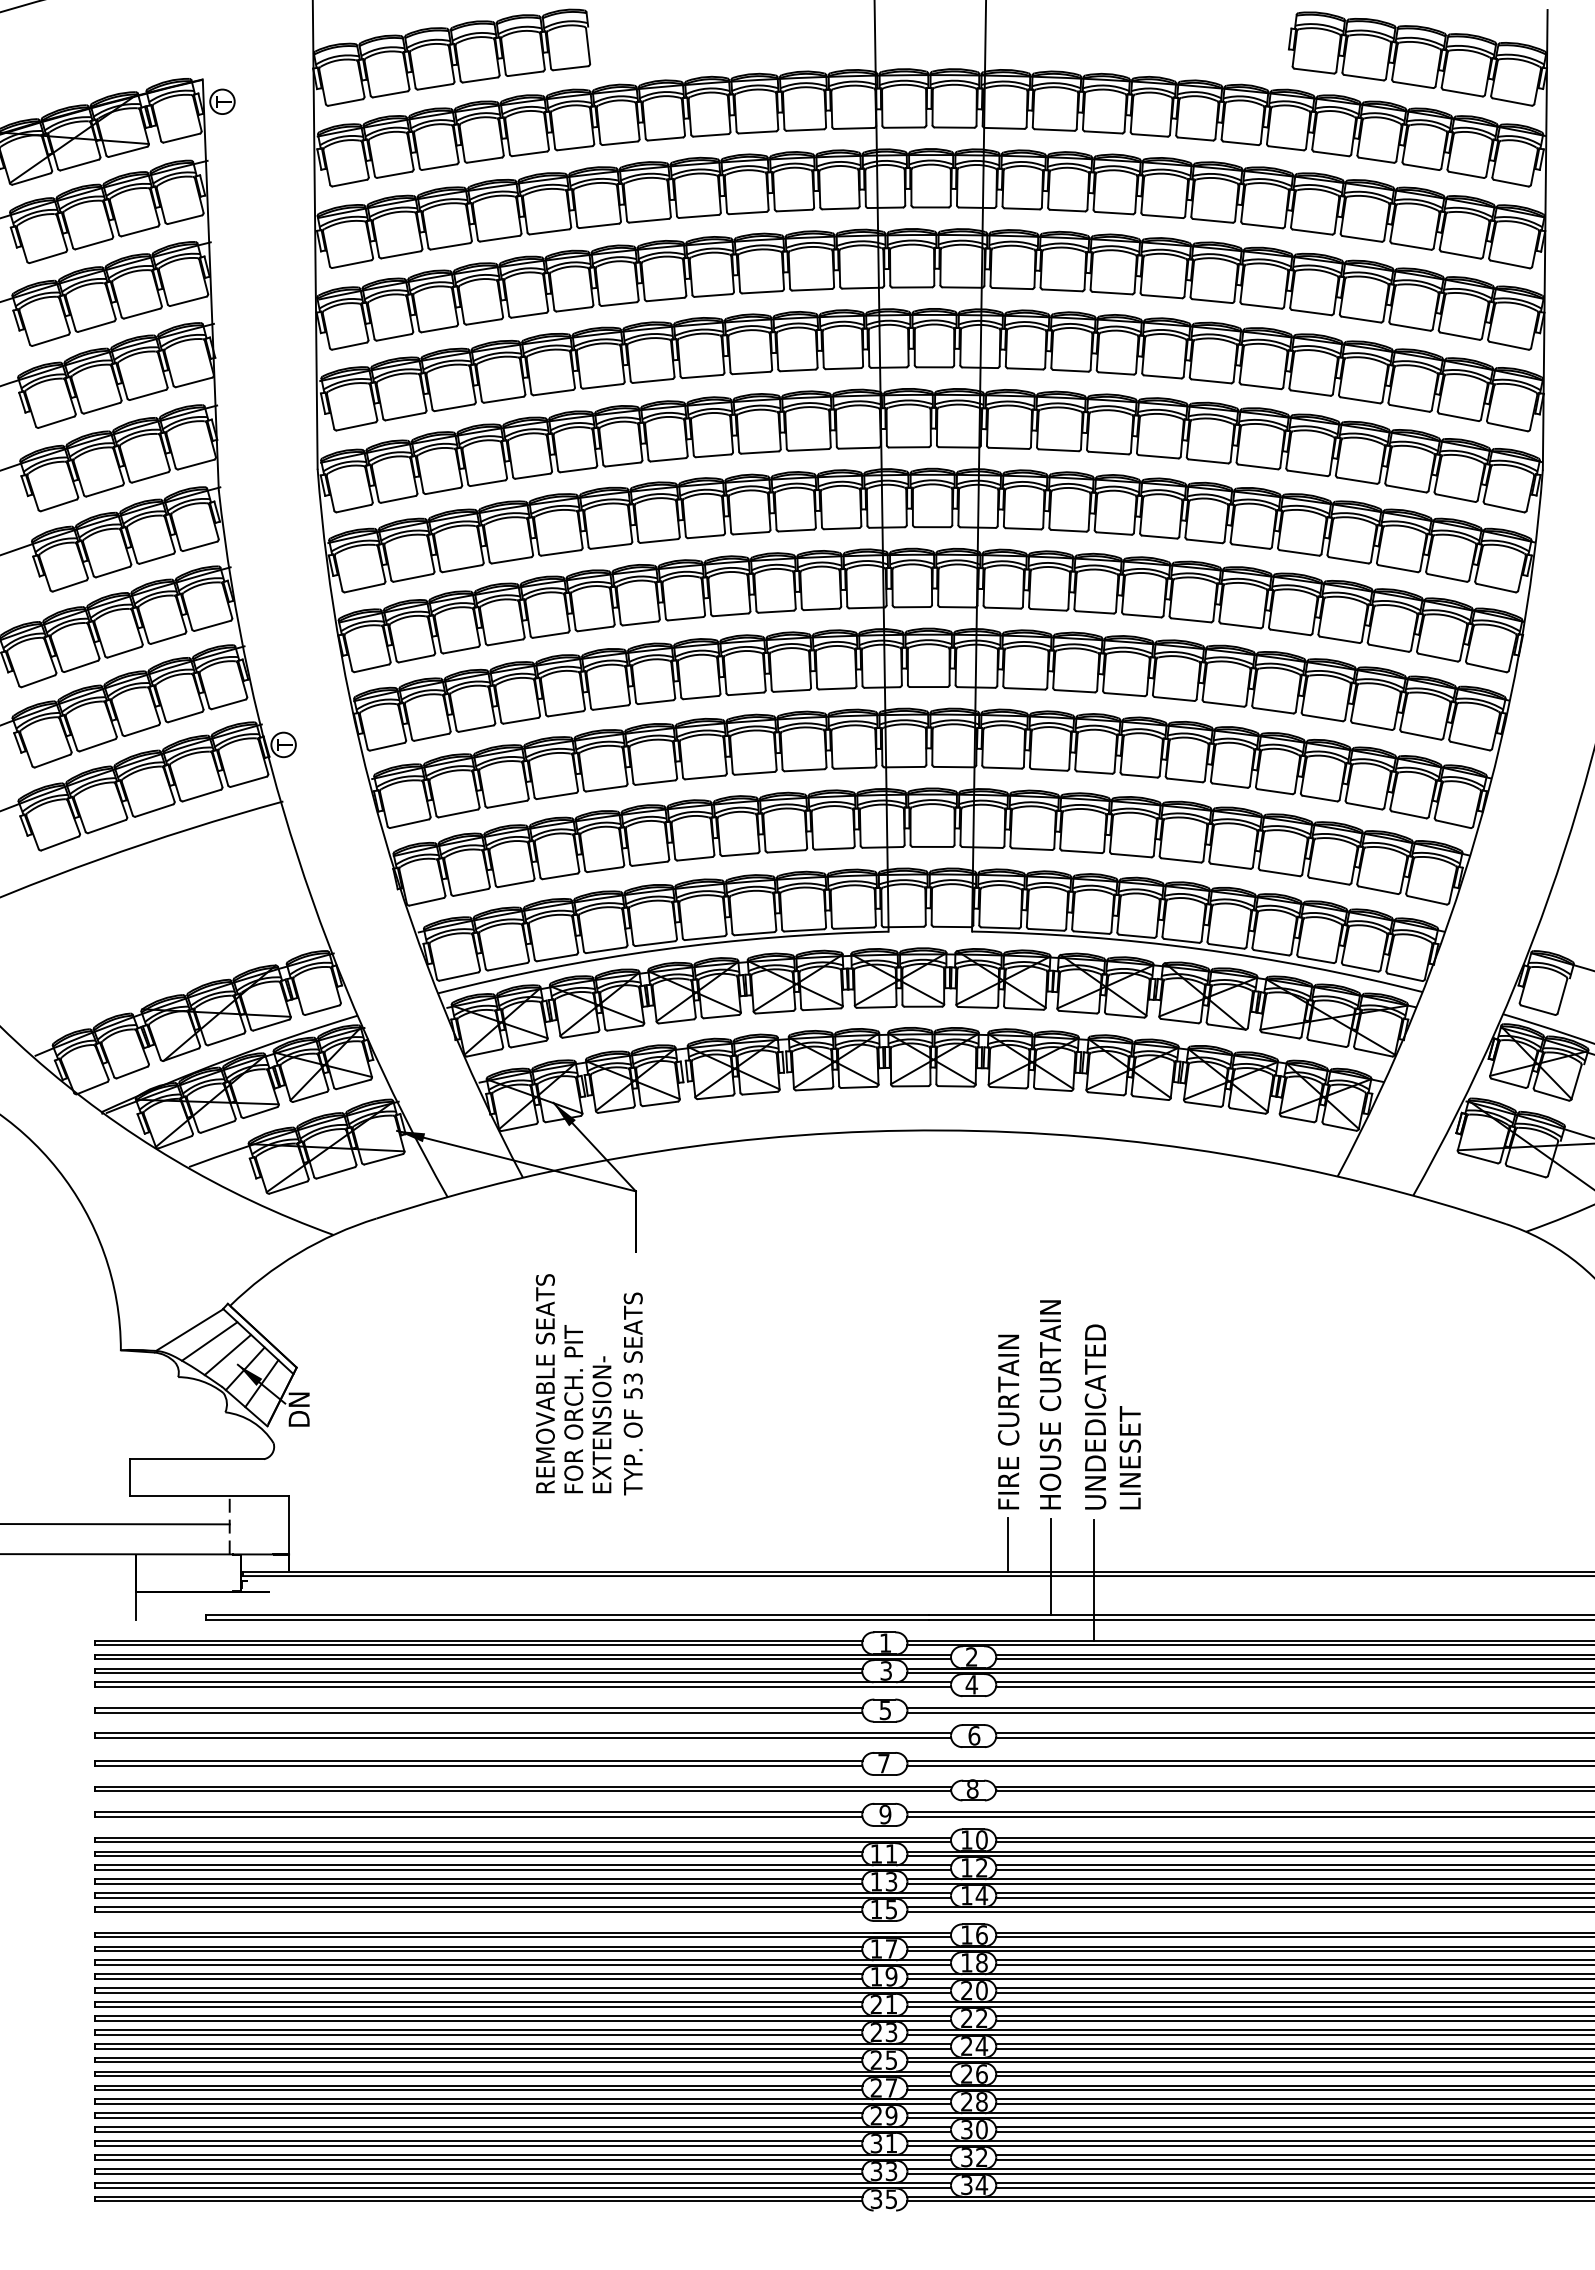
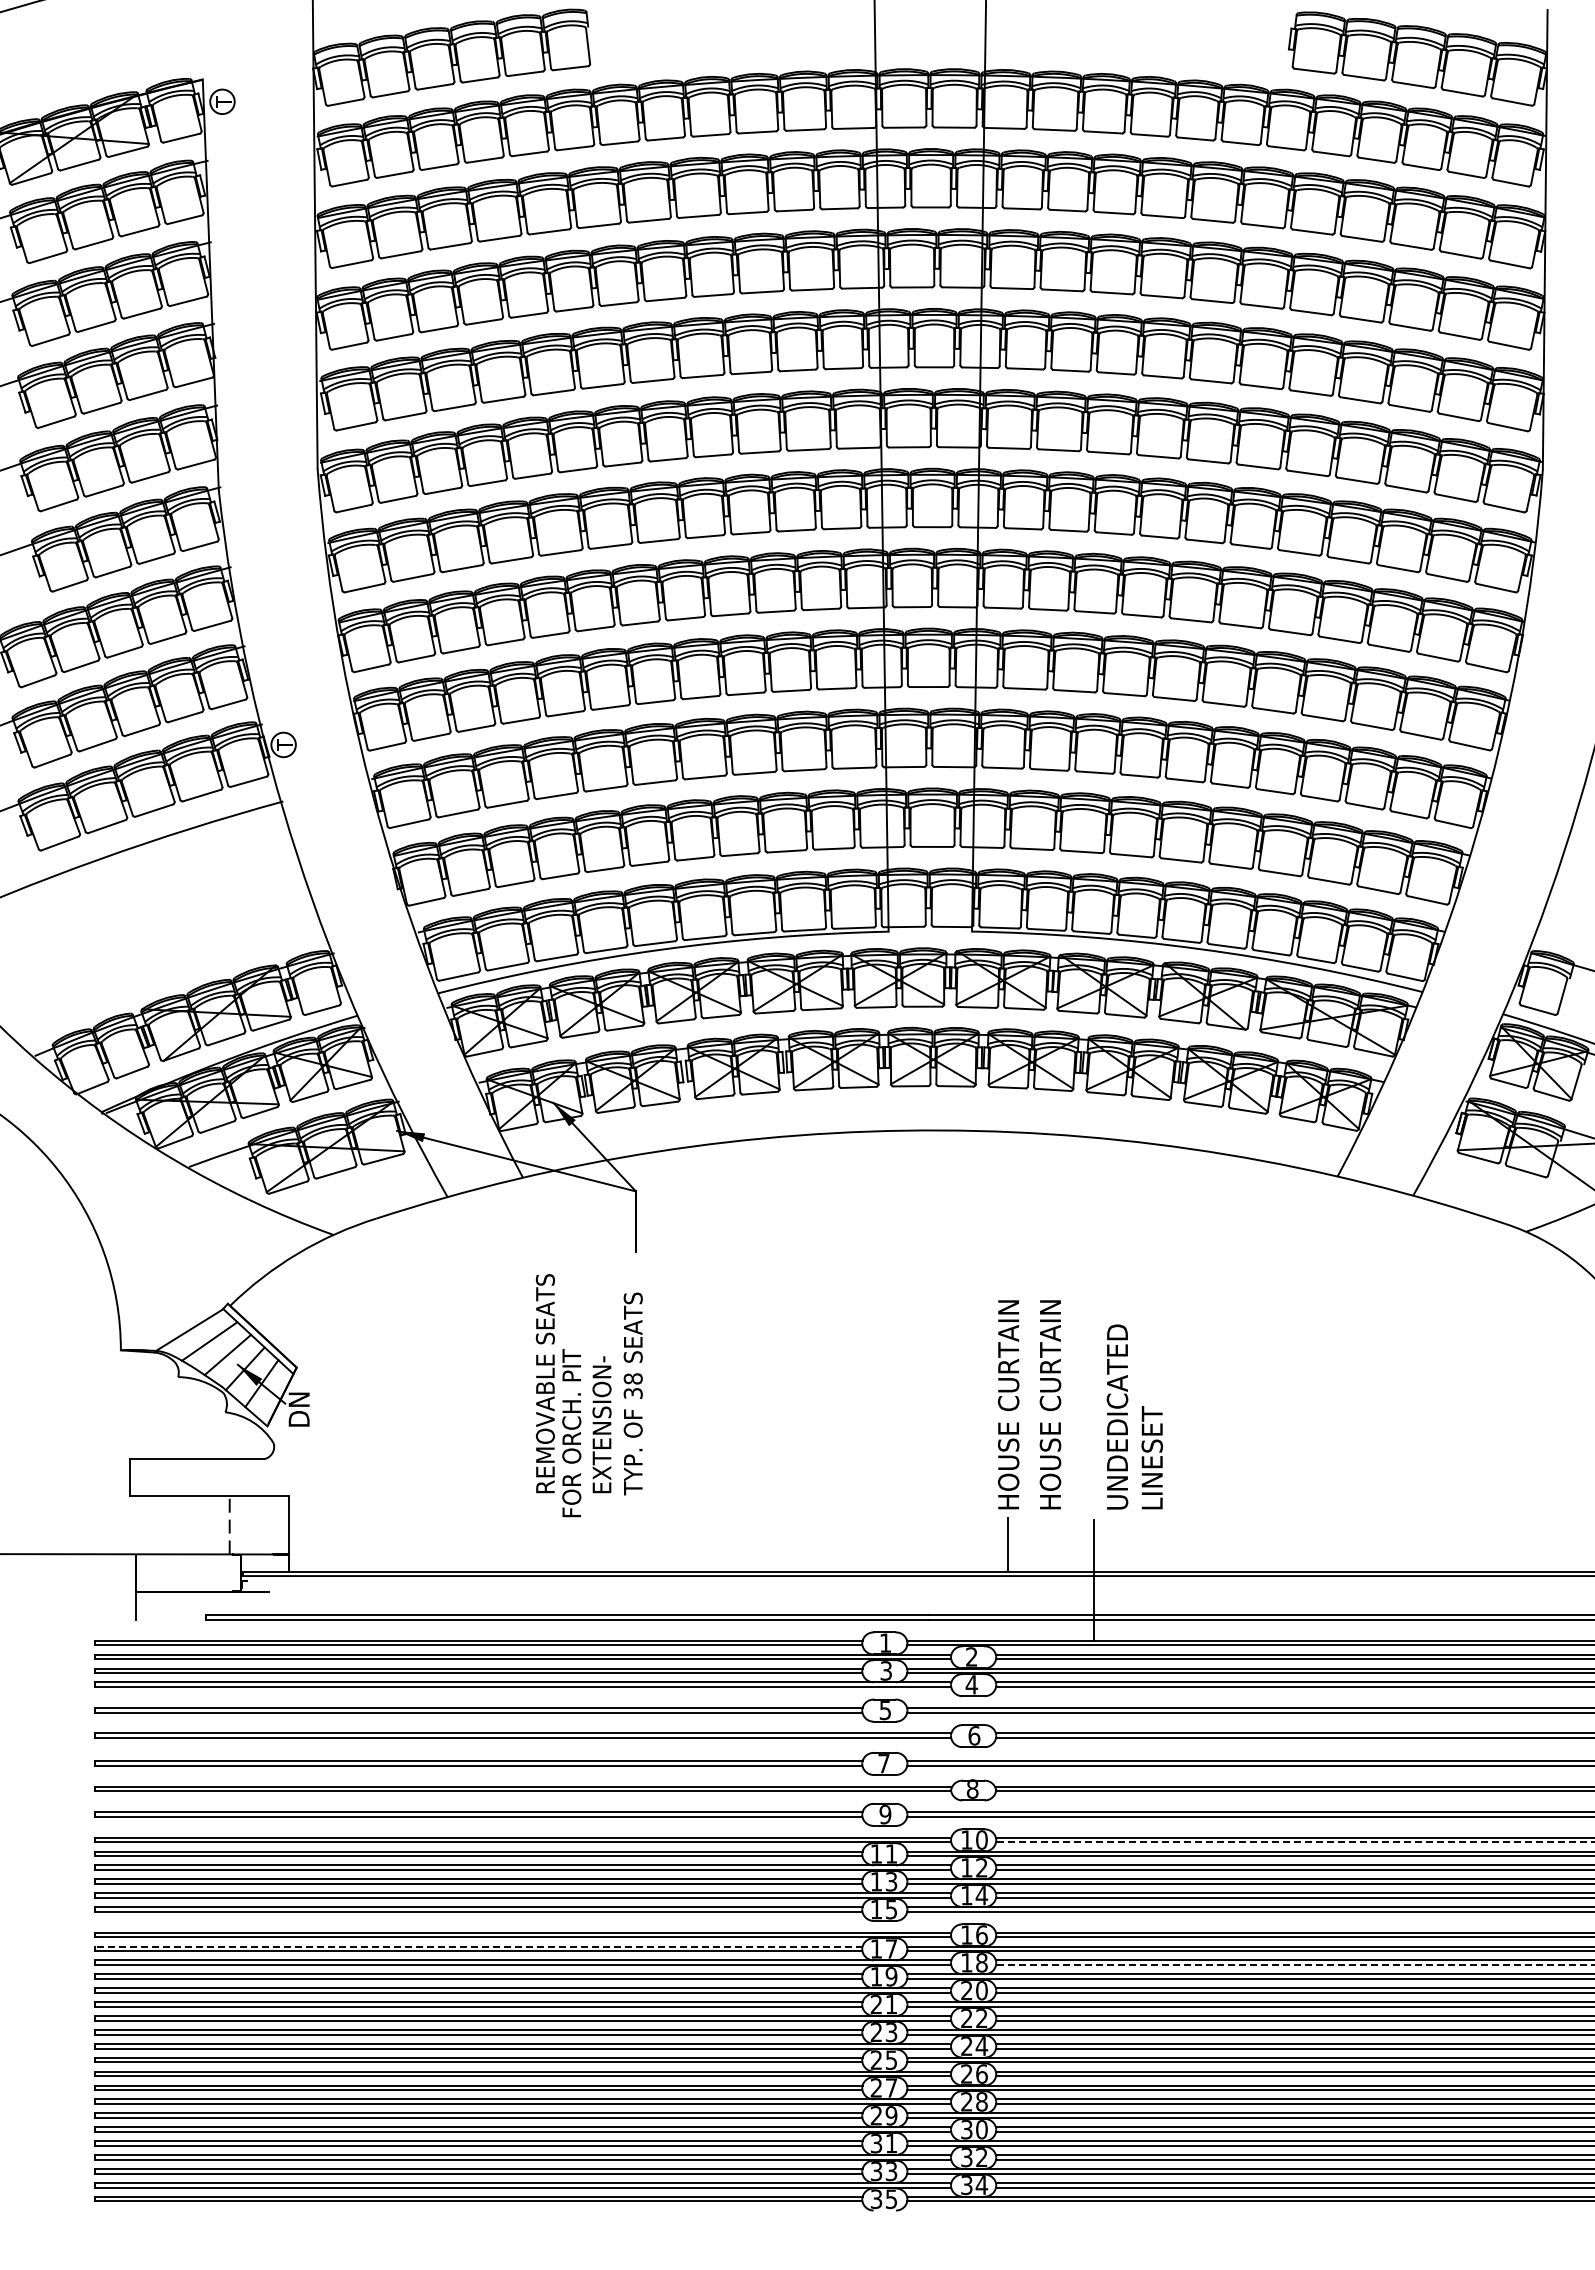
text at (632, 1385): 53 -> 38
text at (1008, 1403): FIRE CURTAIN -> HOUSE CURTAIN
text at (573, 1409) position: (573, 1409) -> (571, 1433)
text at (1112, 1416) position: (1112, 1416) -> (1134, 1416)
line at (115, 1524): present -> none
line at (1050, 1567): present -> none
line at (1294, 1842): solid -> dashed
line at (478, 1946): solid -> dashed
line at (1294, 1965): solid -> dashed
